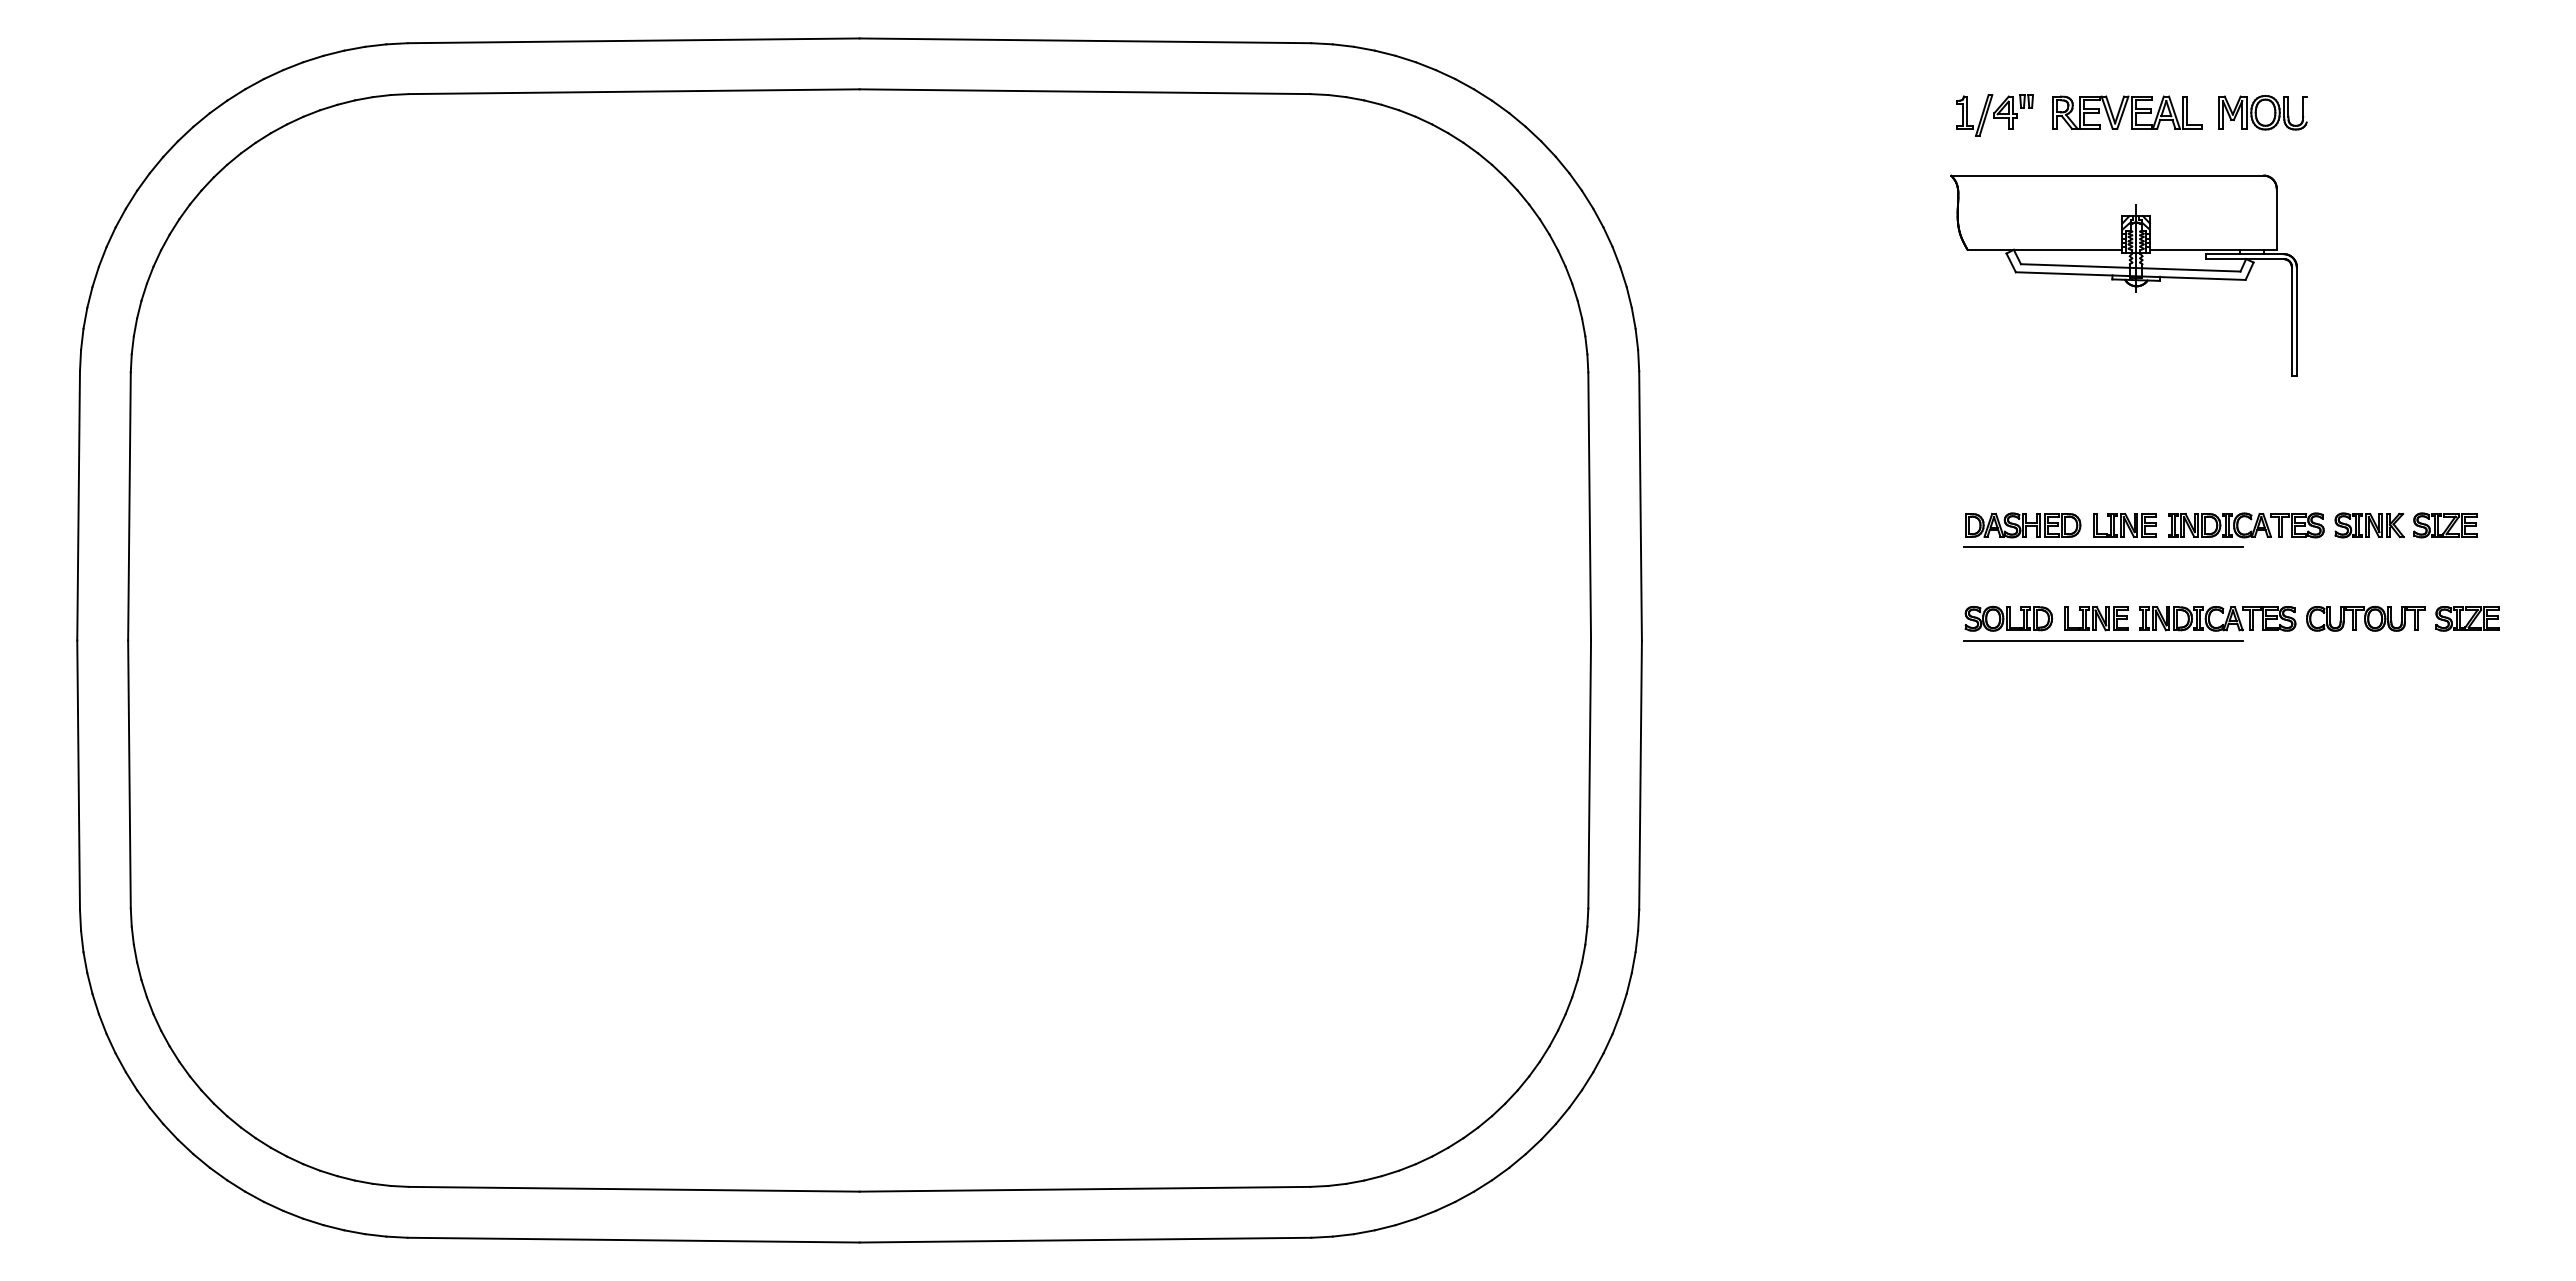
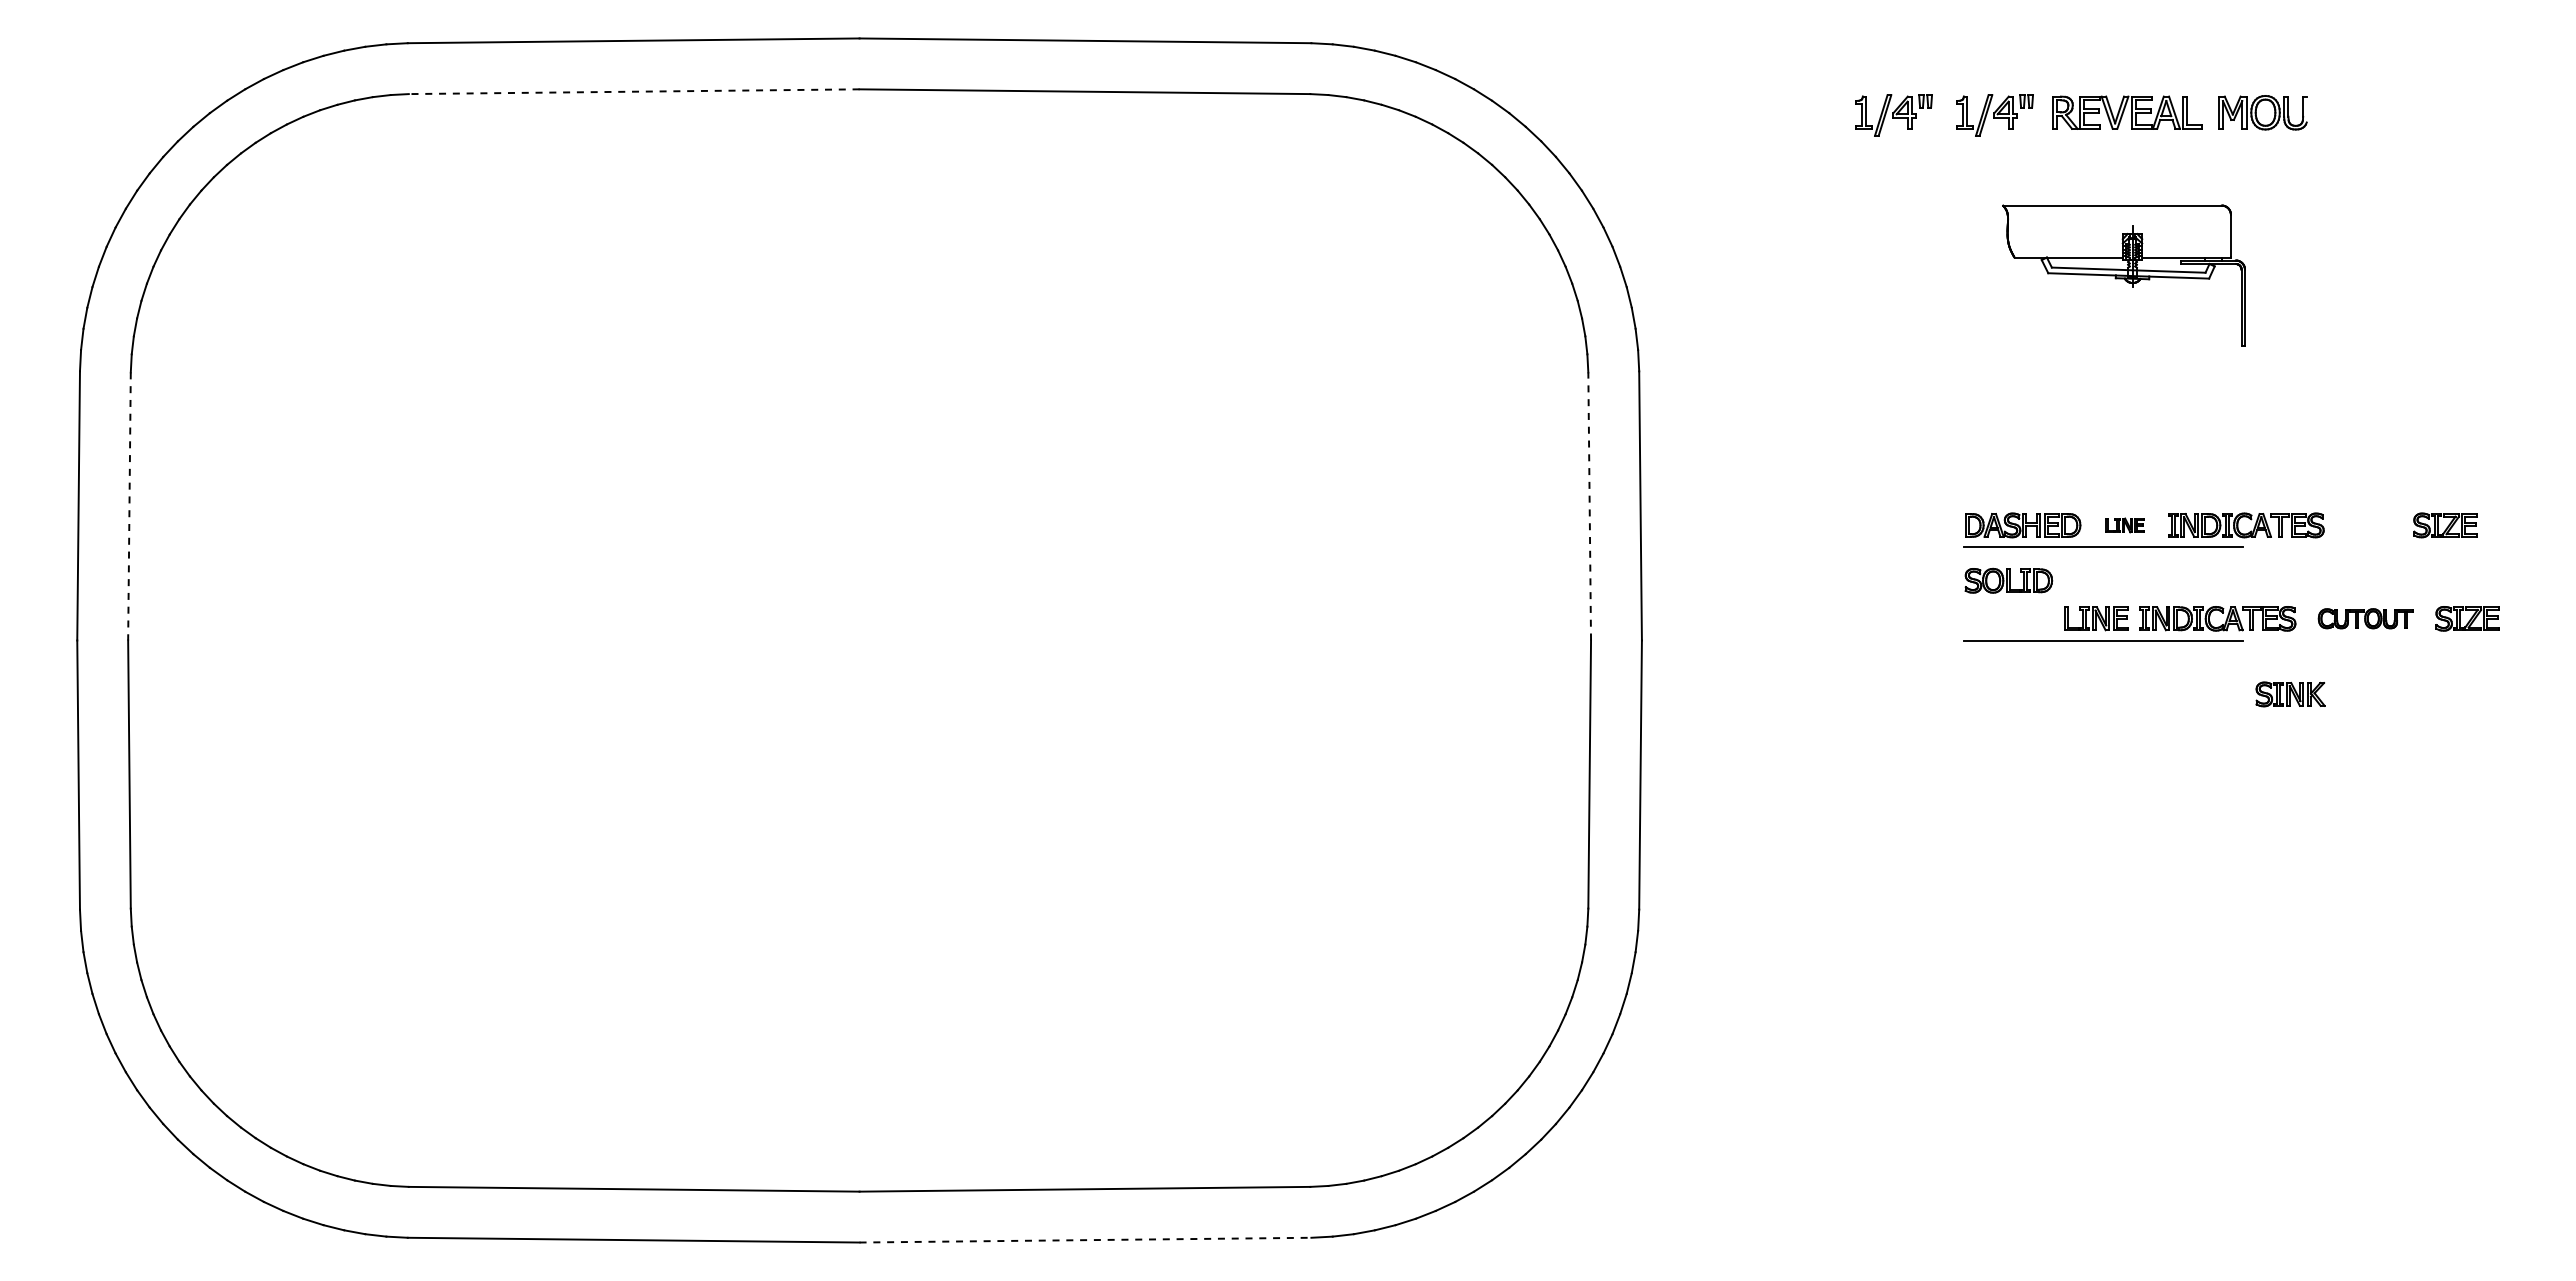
line at (633, 91): solid -> dashed
part at (1893, 115): none -> present
part at (2123, 275) size: 348x203 px -> 244x143 px
line at (1589, 505): solid -> dashed
line at (129, 506): solid -> dashed
part at (2124, 525) size: 64x25 px -> 40x17 px
part at (2369, 525) position: (2369, 525) -> (2290, 694)
part at (2008, 618) position: (2008, 618) -> (2008, 580)
part at (2365, 618) size: 120x27 px -> 97x22 px
line at (1085, 1240): solid -> dashed
